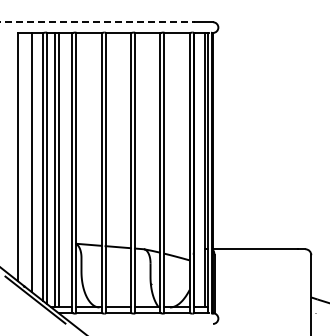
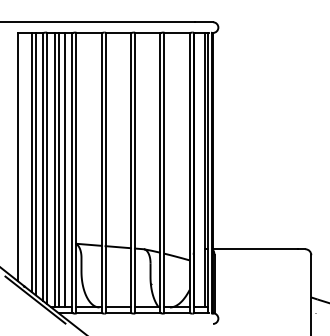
line at (98, 22): dashed -> solid
line at (35, 163): none -> present
line at (65, 169): none -> present
